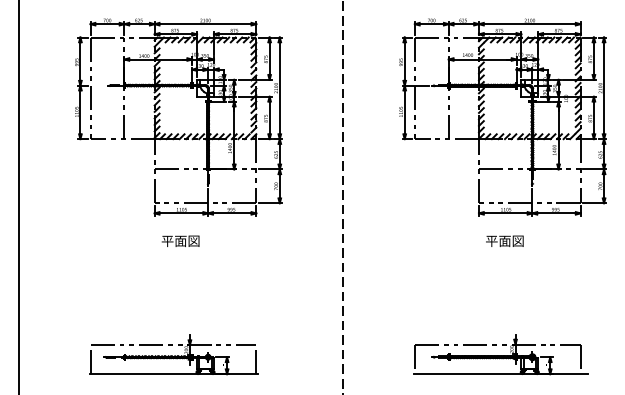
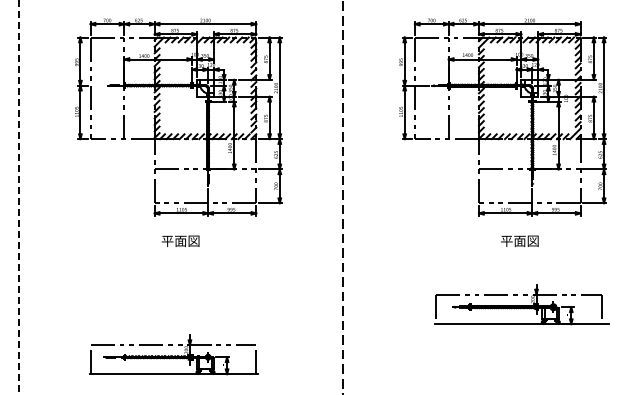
line at (18, 197): solid -> dashed
text at (504, 240) position: (504, 240) -> (519, 240)
part at (500, 354) position: (500, 354) -> (521, 304)
